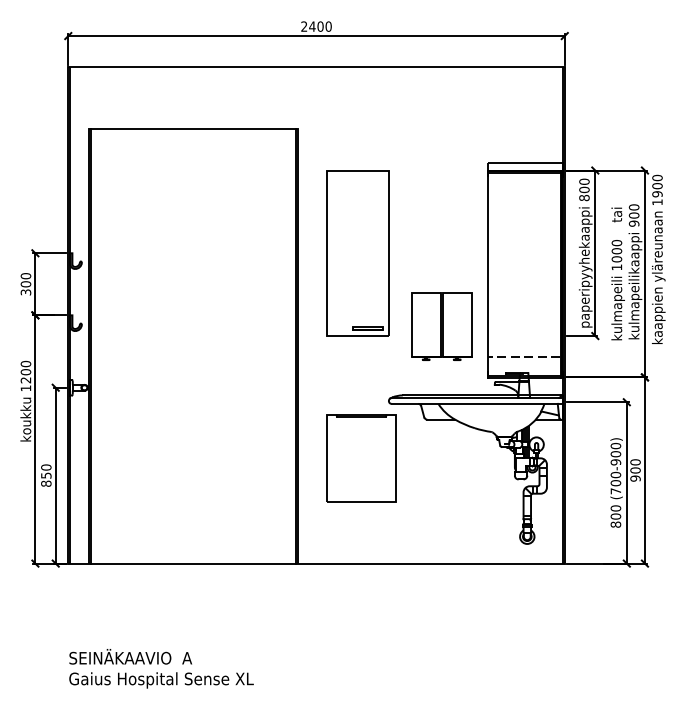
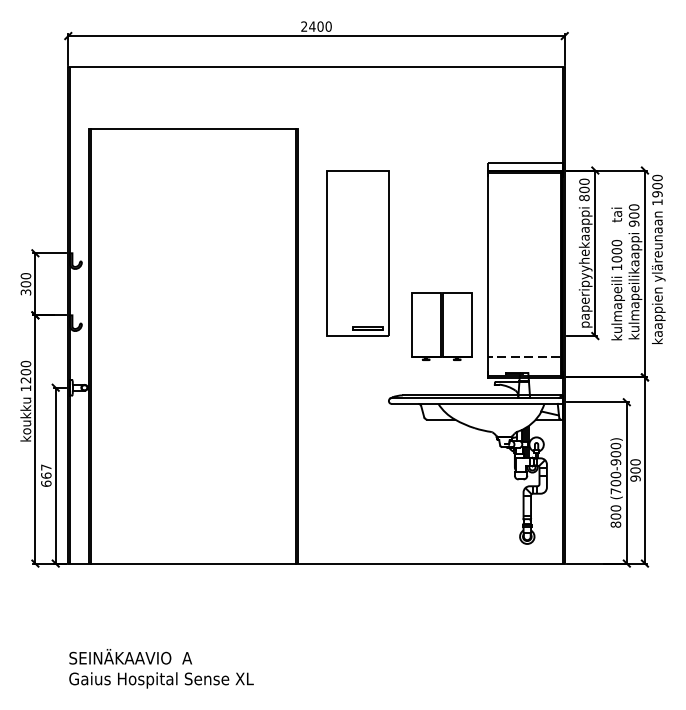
part at (361, 458): present -> none
text at (46, 475): 850 -> 667
